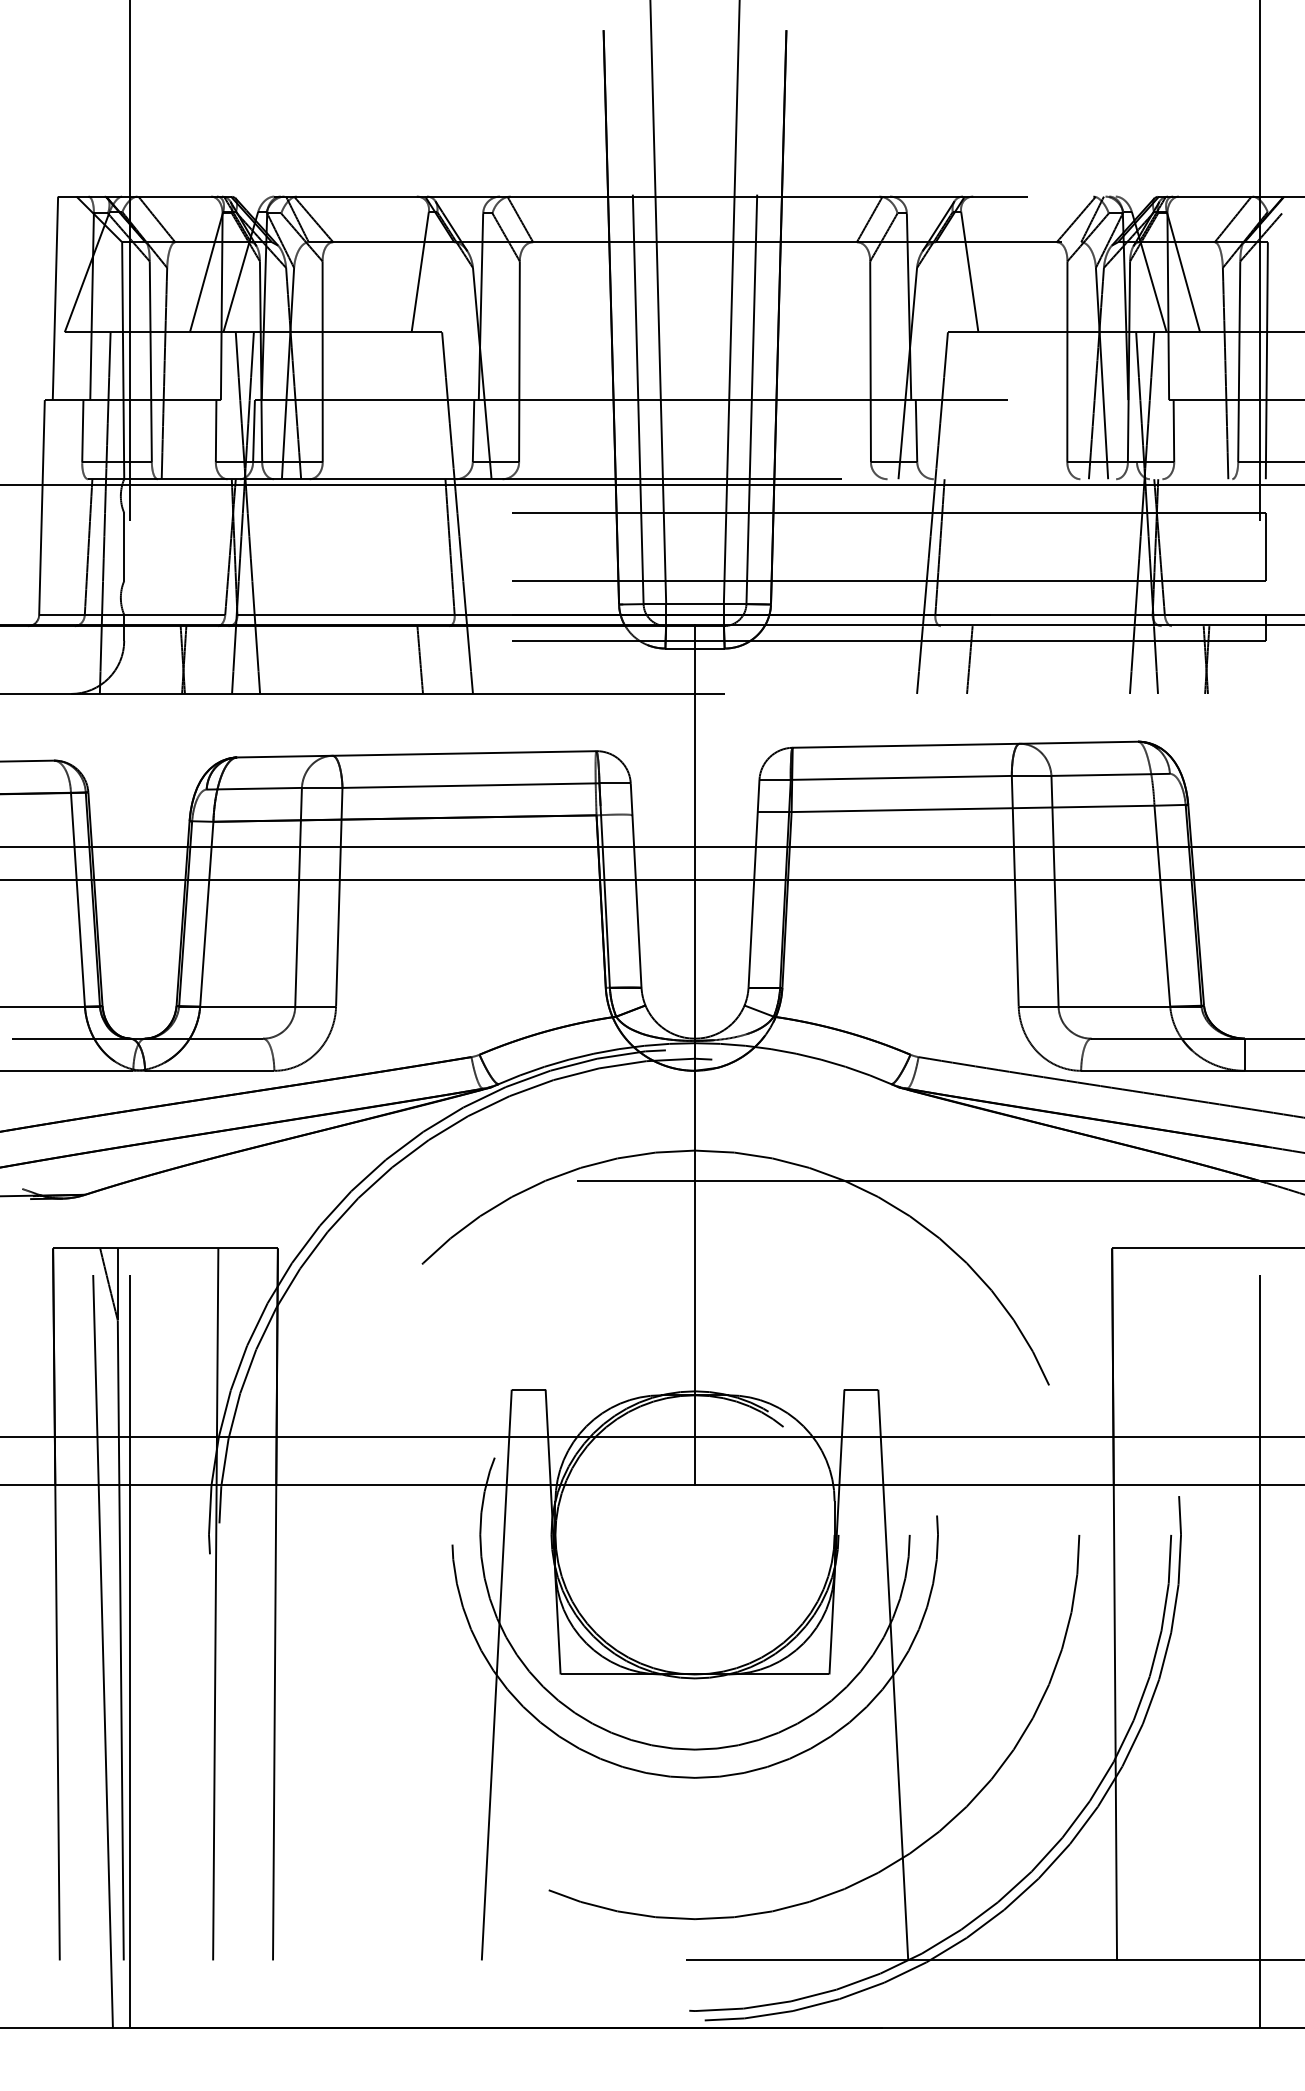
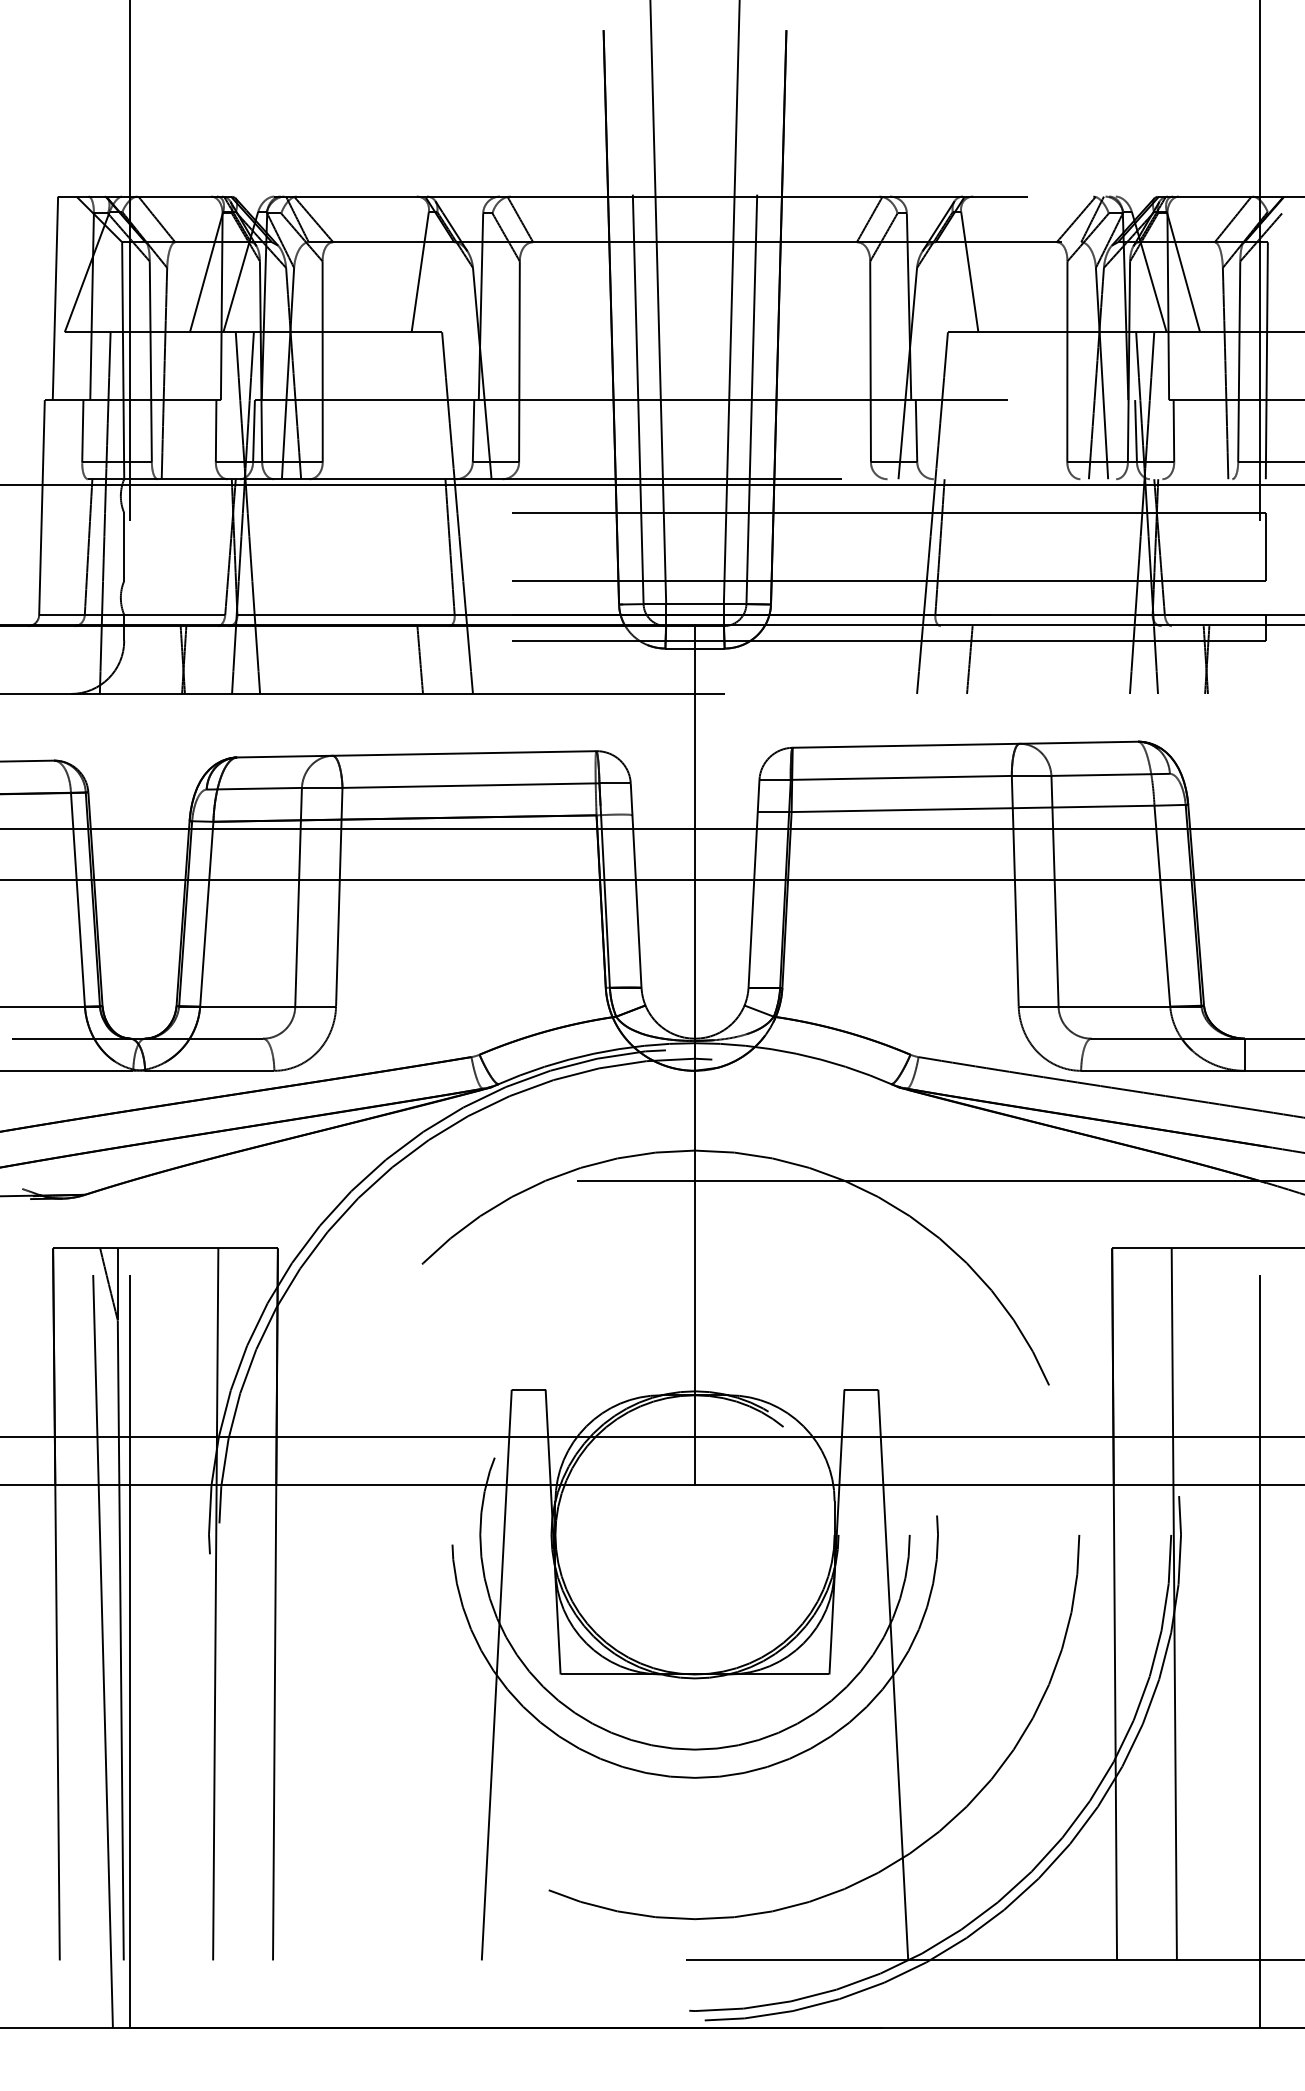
line at (1135, 431): none -> present
line at (651, 846) position: (651, 846) -> (651, 828)
line at (1173, 1604): none -> present
